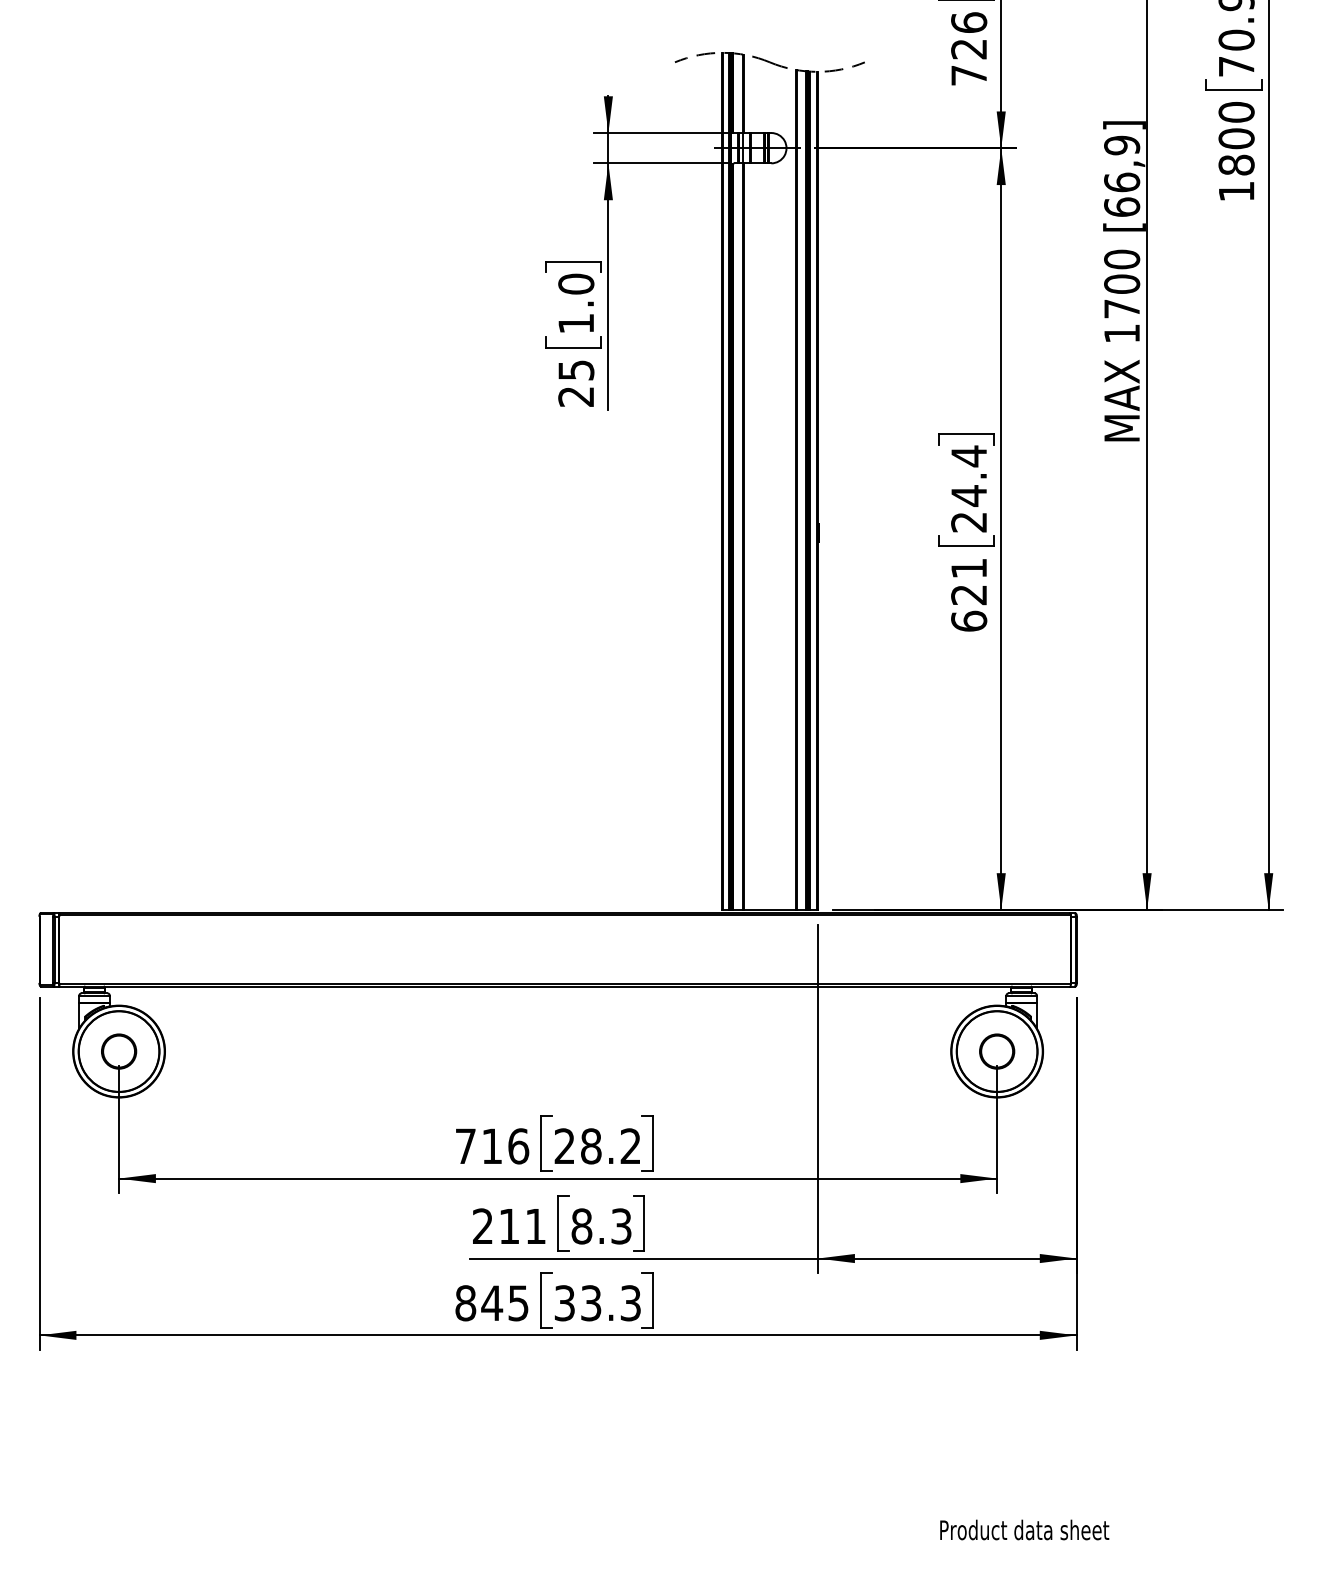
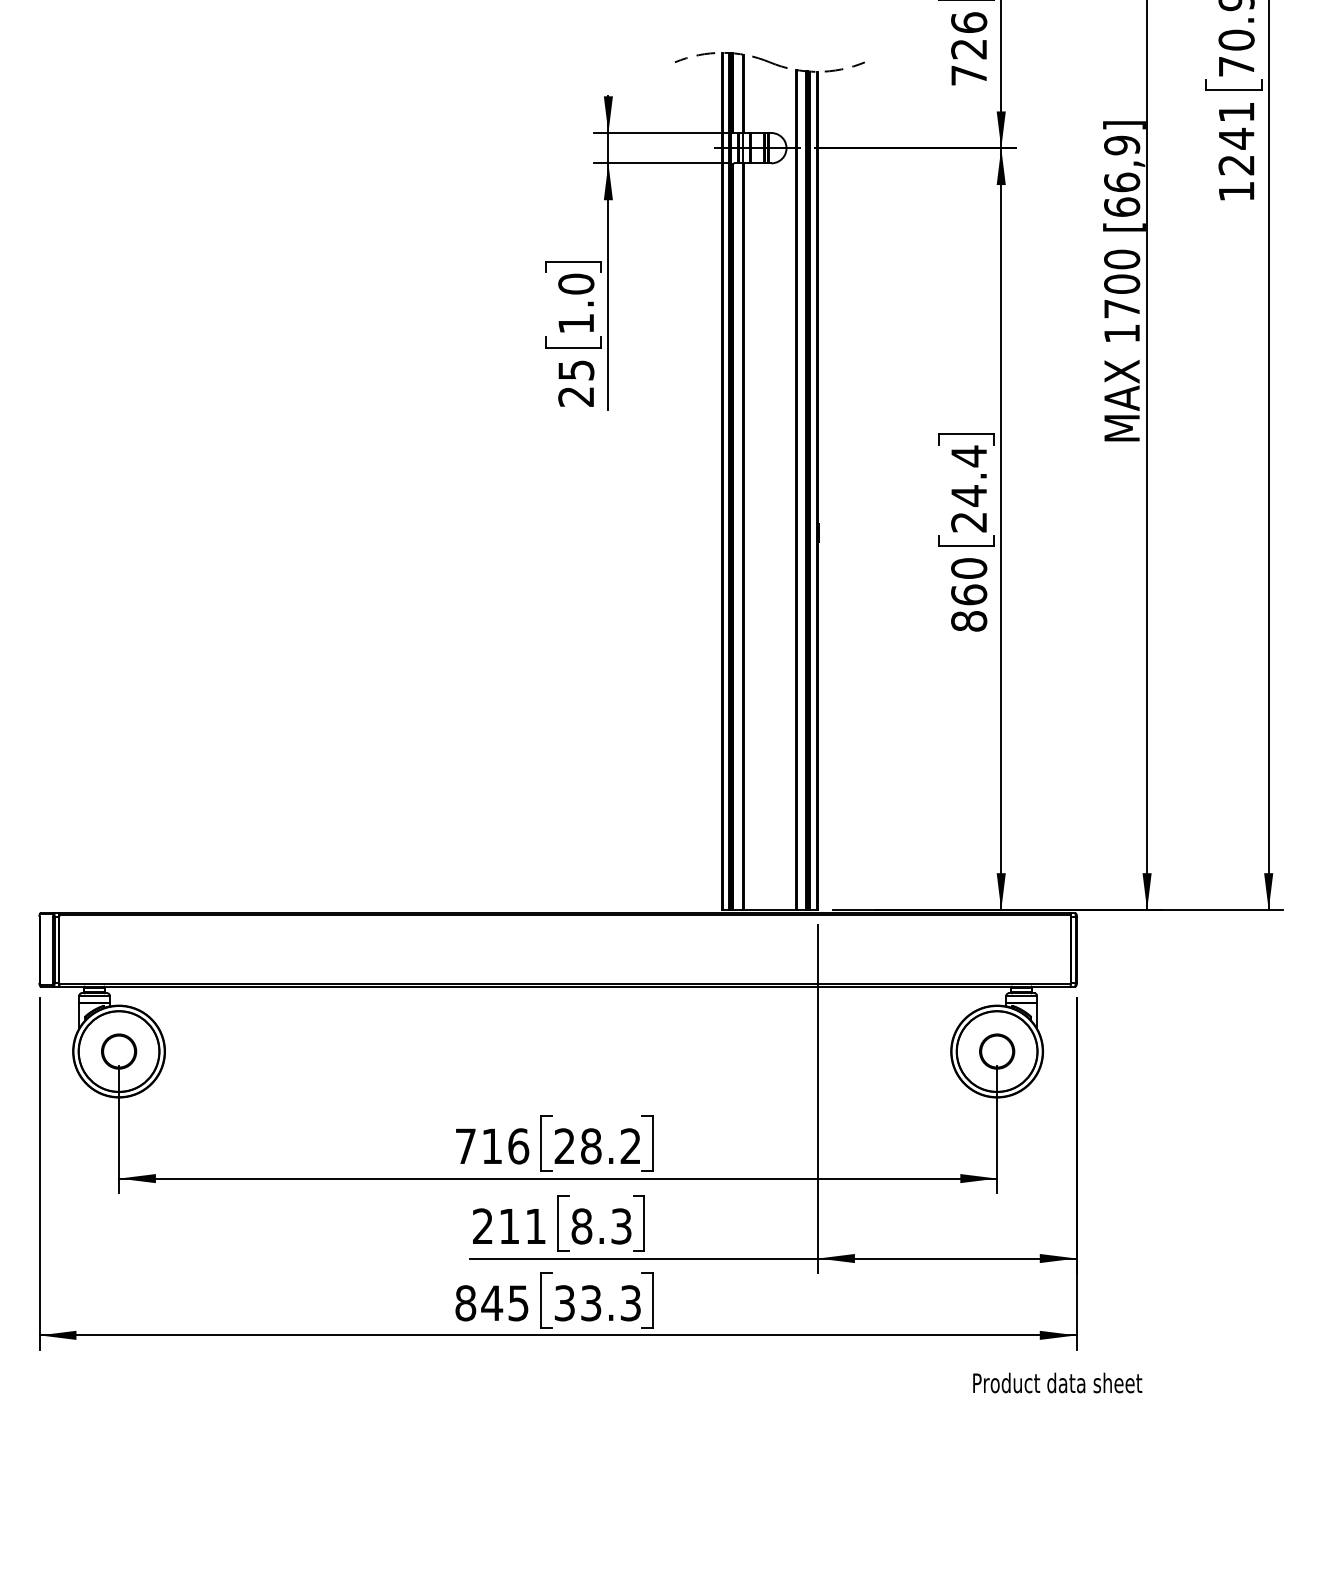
text at (1236, 138): 1800 -> 1241
text at (969, 594): 621 -> 860
text at (1024, 1529) position: (1024, 1529) -> (1057, 1382)
